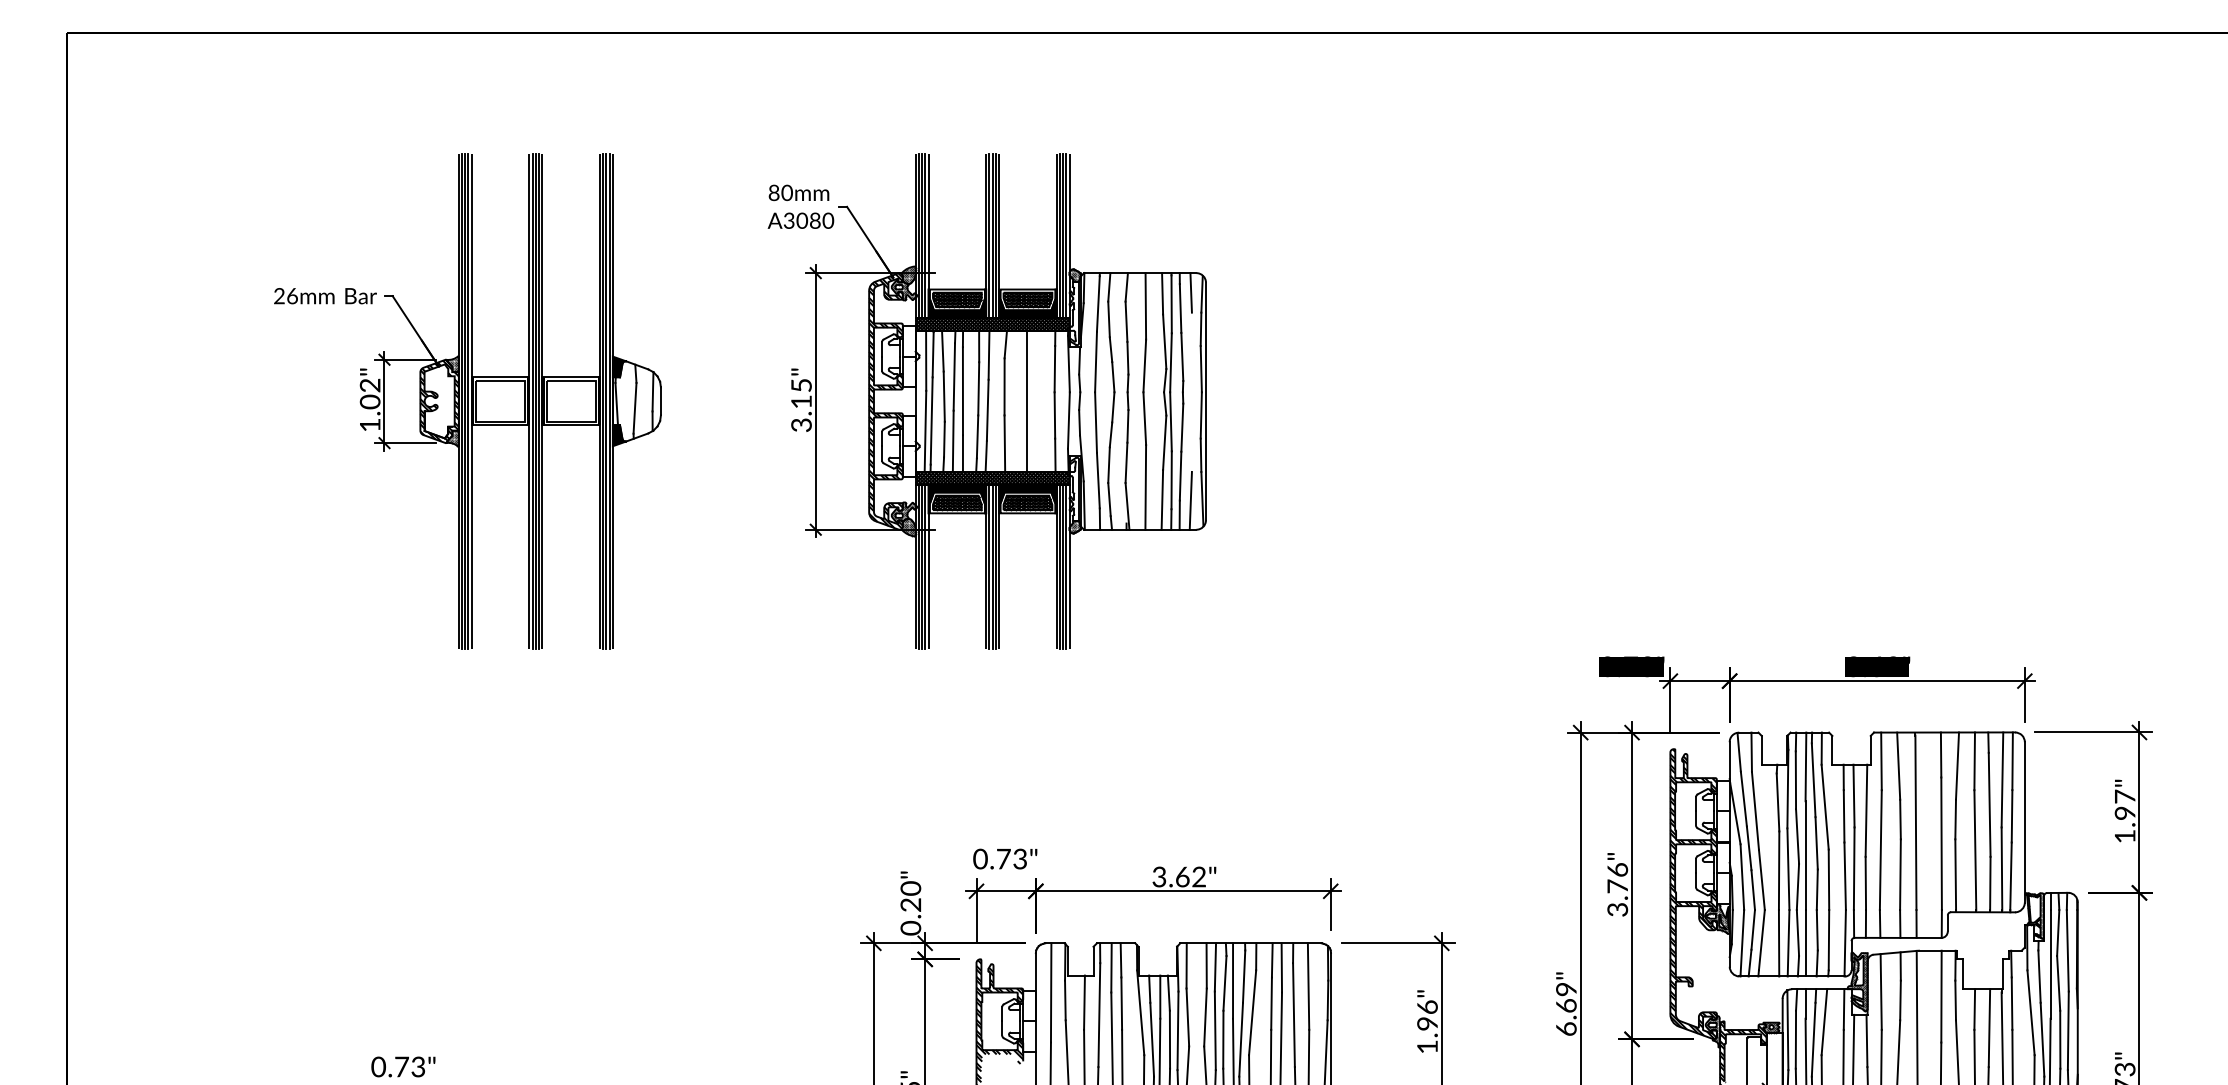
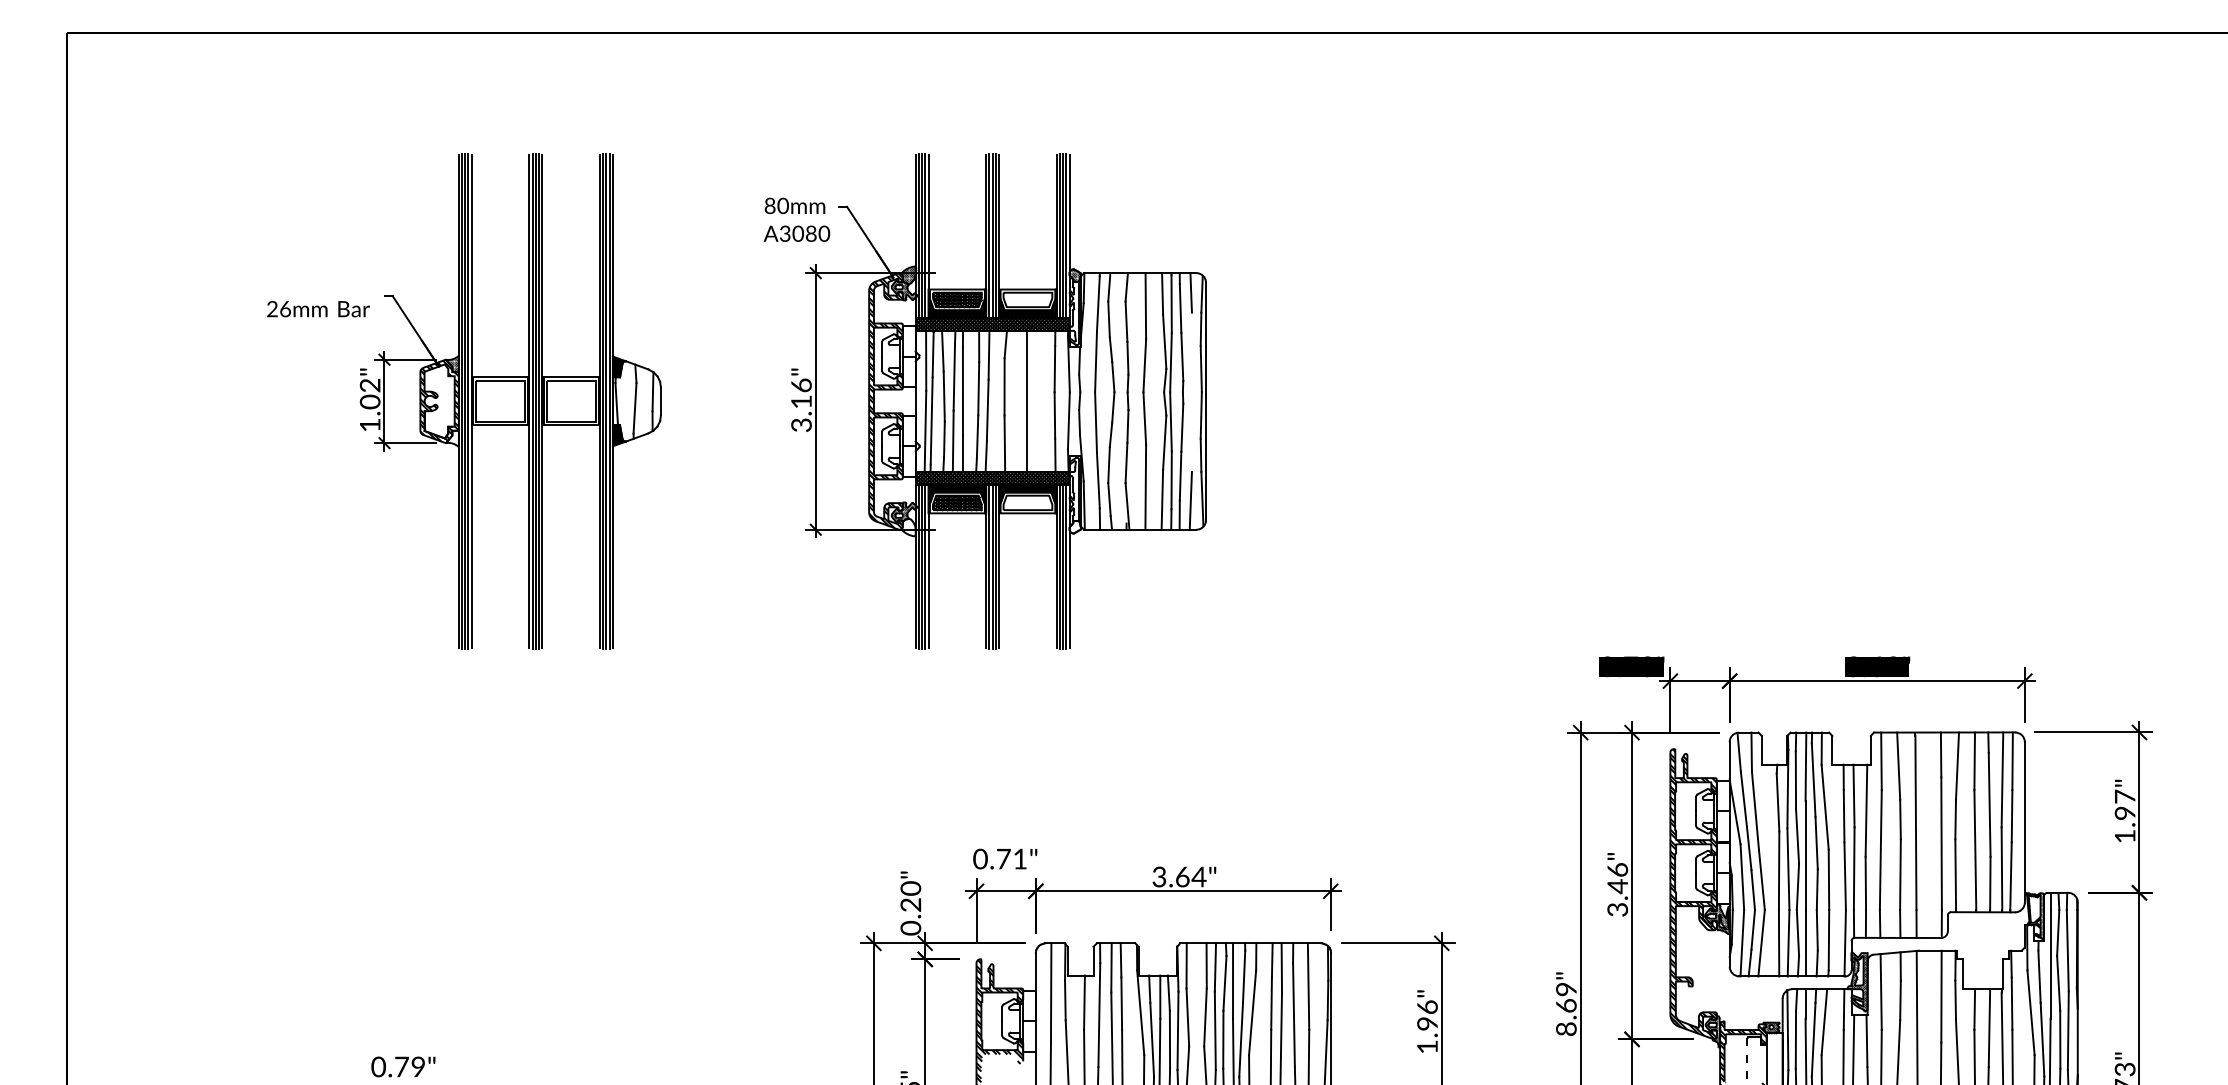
text at (800, 206) position: (800, 206) -> (796, 219)
text at (325, 296) position: (325, 296) -> (318, 309)
hatch at (1027, 299): present -> none
text at (801, 385): 3.15" -> 3.16"
hatch at (453, 438): present -> none
hatch at (1027, 502): present -> none
hatch at (908, 527): present -> none
hatch at (1074, 527): present -> none
text at (1019, 858): 0.73" -> 0.71"
text at (1198, 876): 3.62" -> 3.64"
text at (1617, 886): 3.76" -> 3.46"
text at (1566, 1028): 6.69" -> 8.69"
line at (1747, 1061): solid -> dashed
text at (418, 1067): 0.73" -> 0.79"
